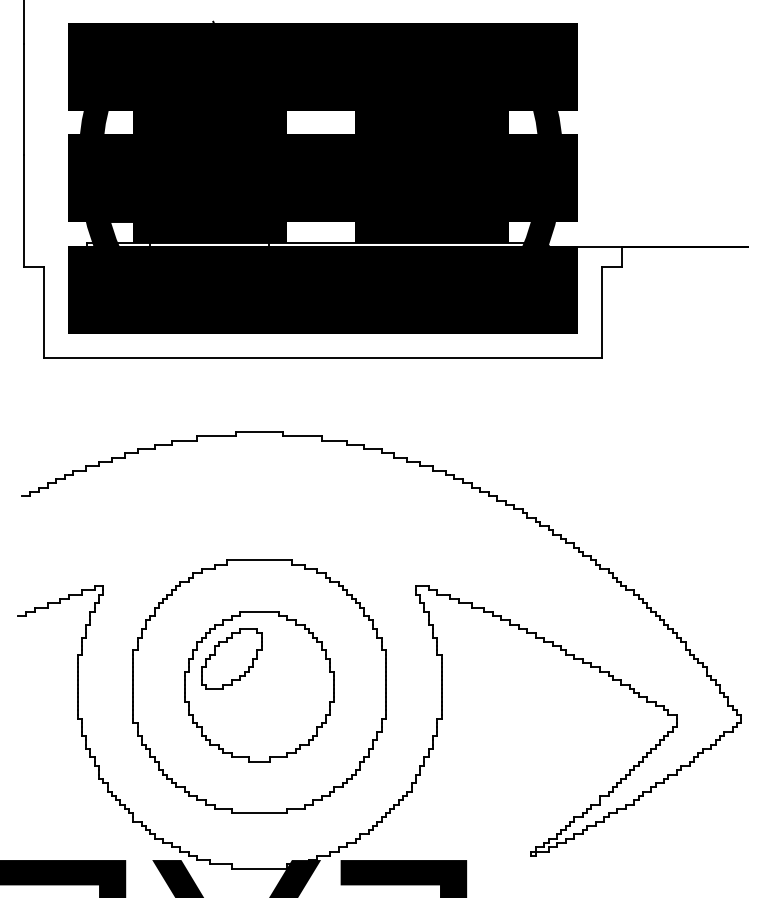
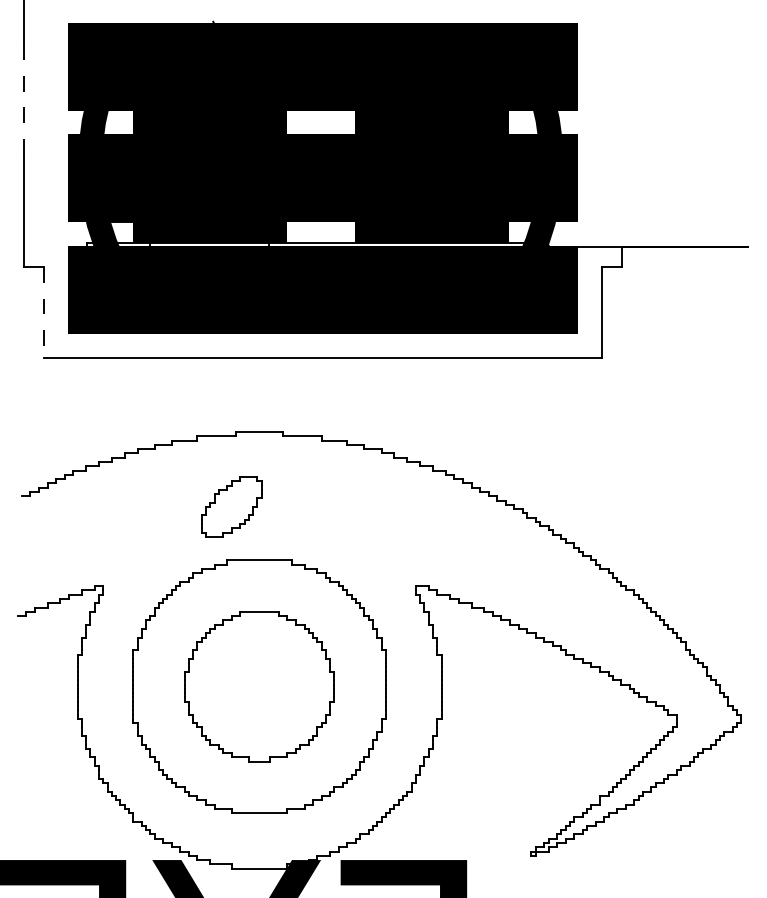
line at (23, 99): solid -> dashed
line at (43, 312): solid -> dashed
part at (231, 658) position: (231, 658) -> (231, 506)
